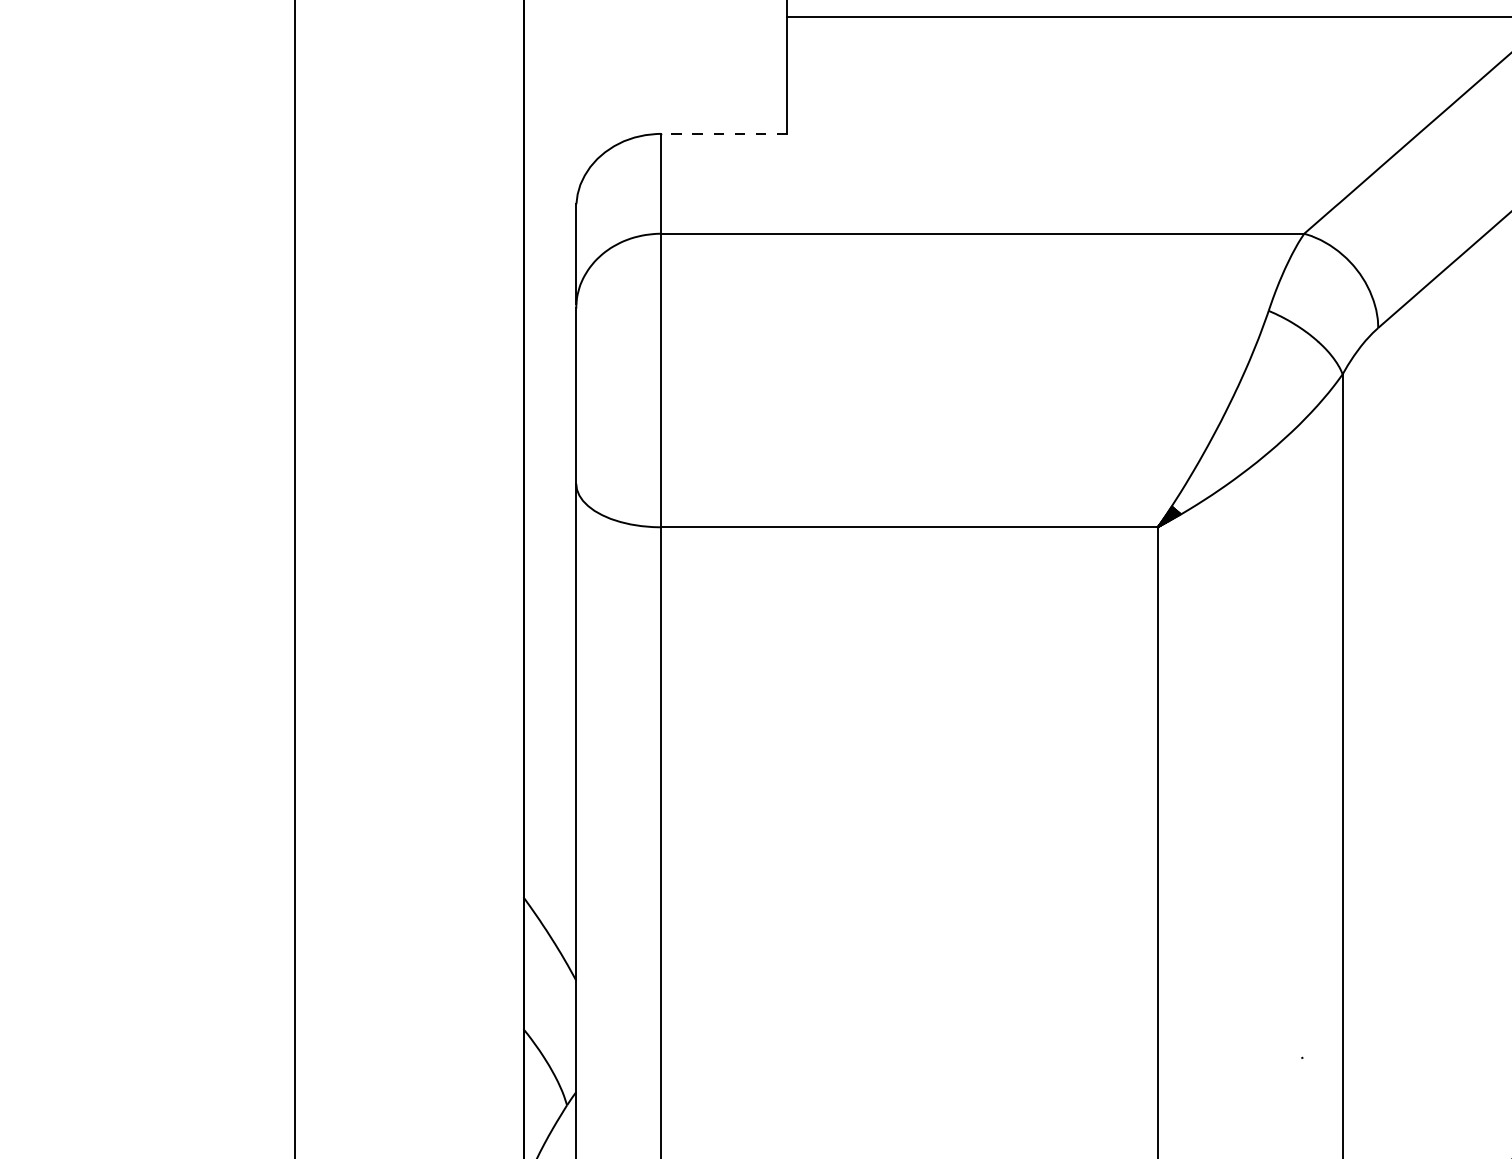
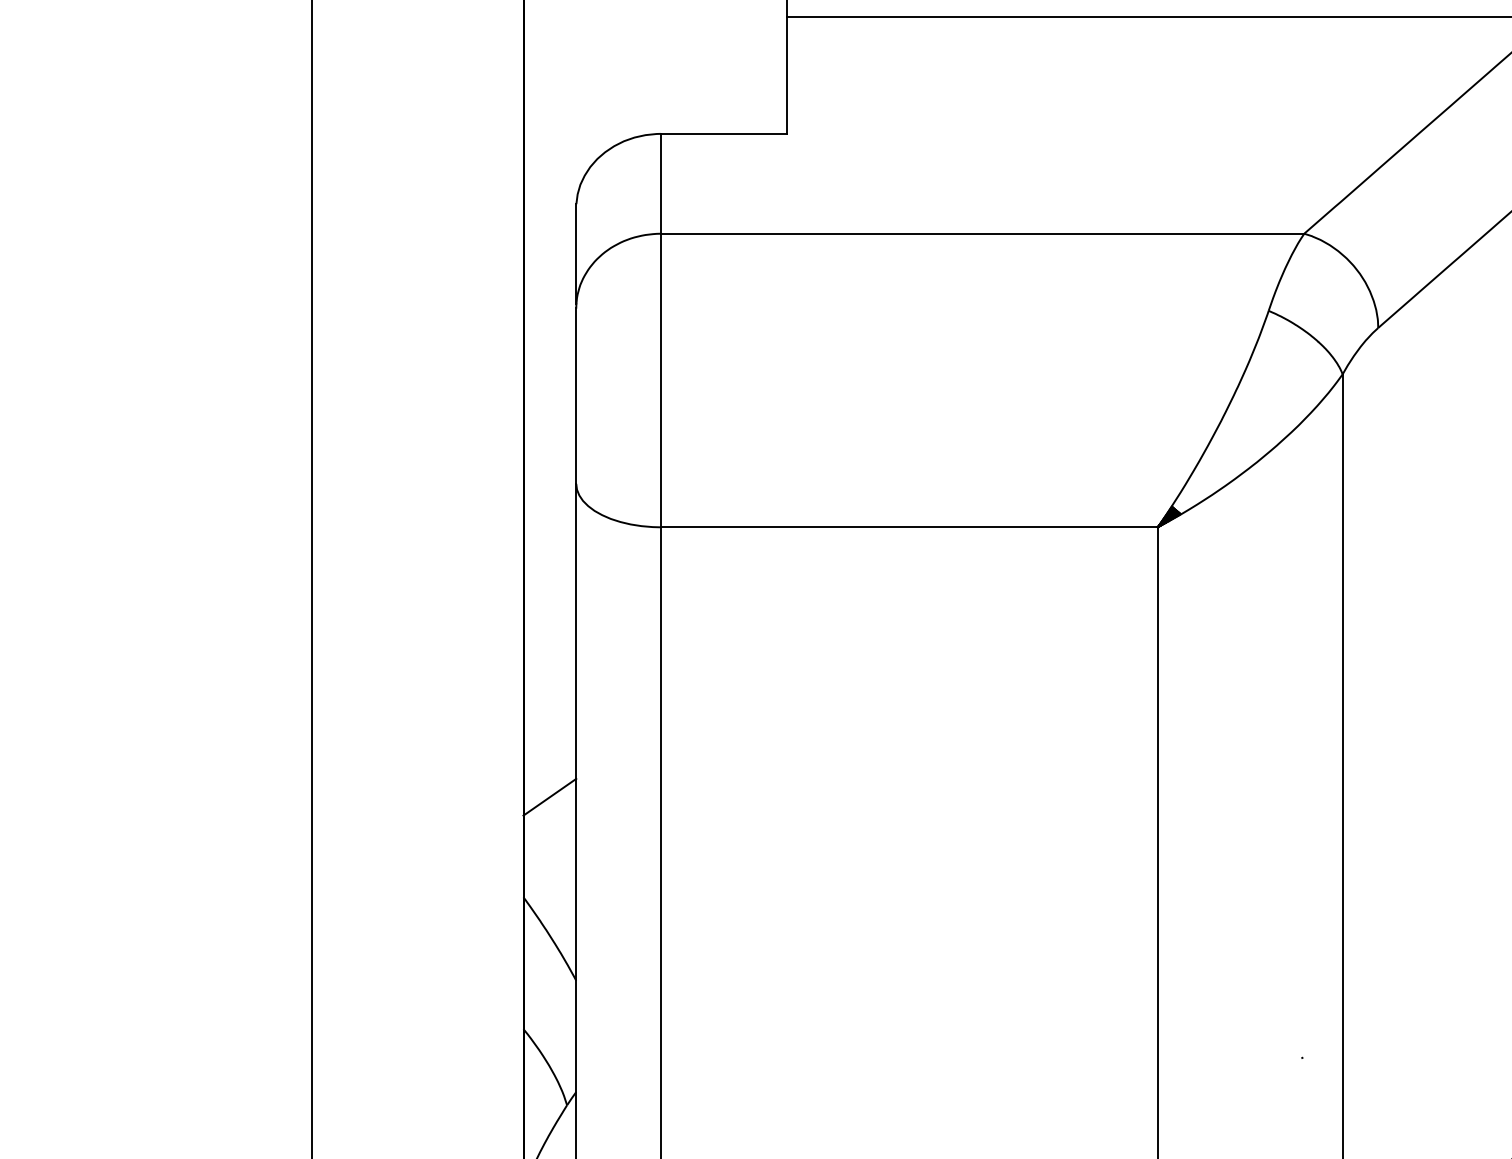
line at (723, 133): dashed -> solid
line at (295, 578) position: (295, 578) -> (312, 578)
line at (549, 796): none -> present
